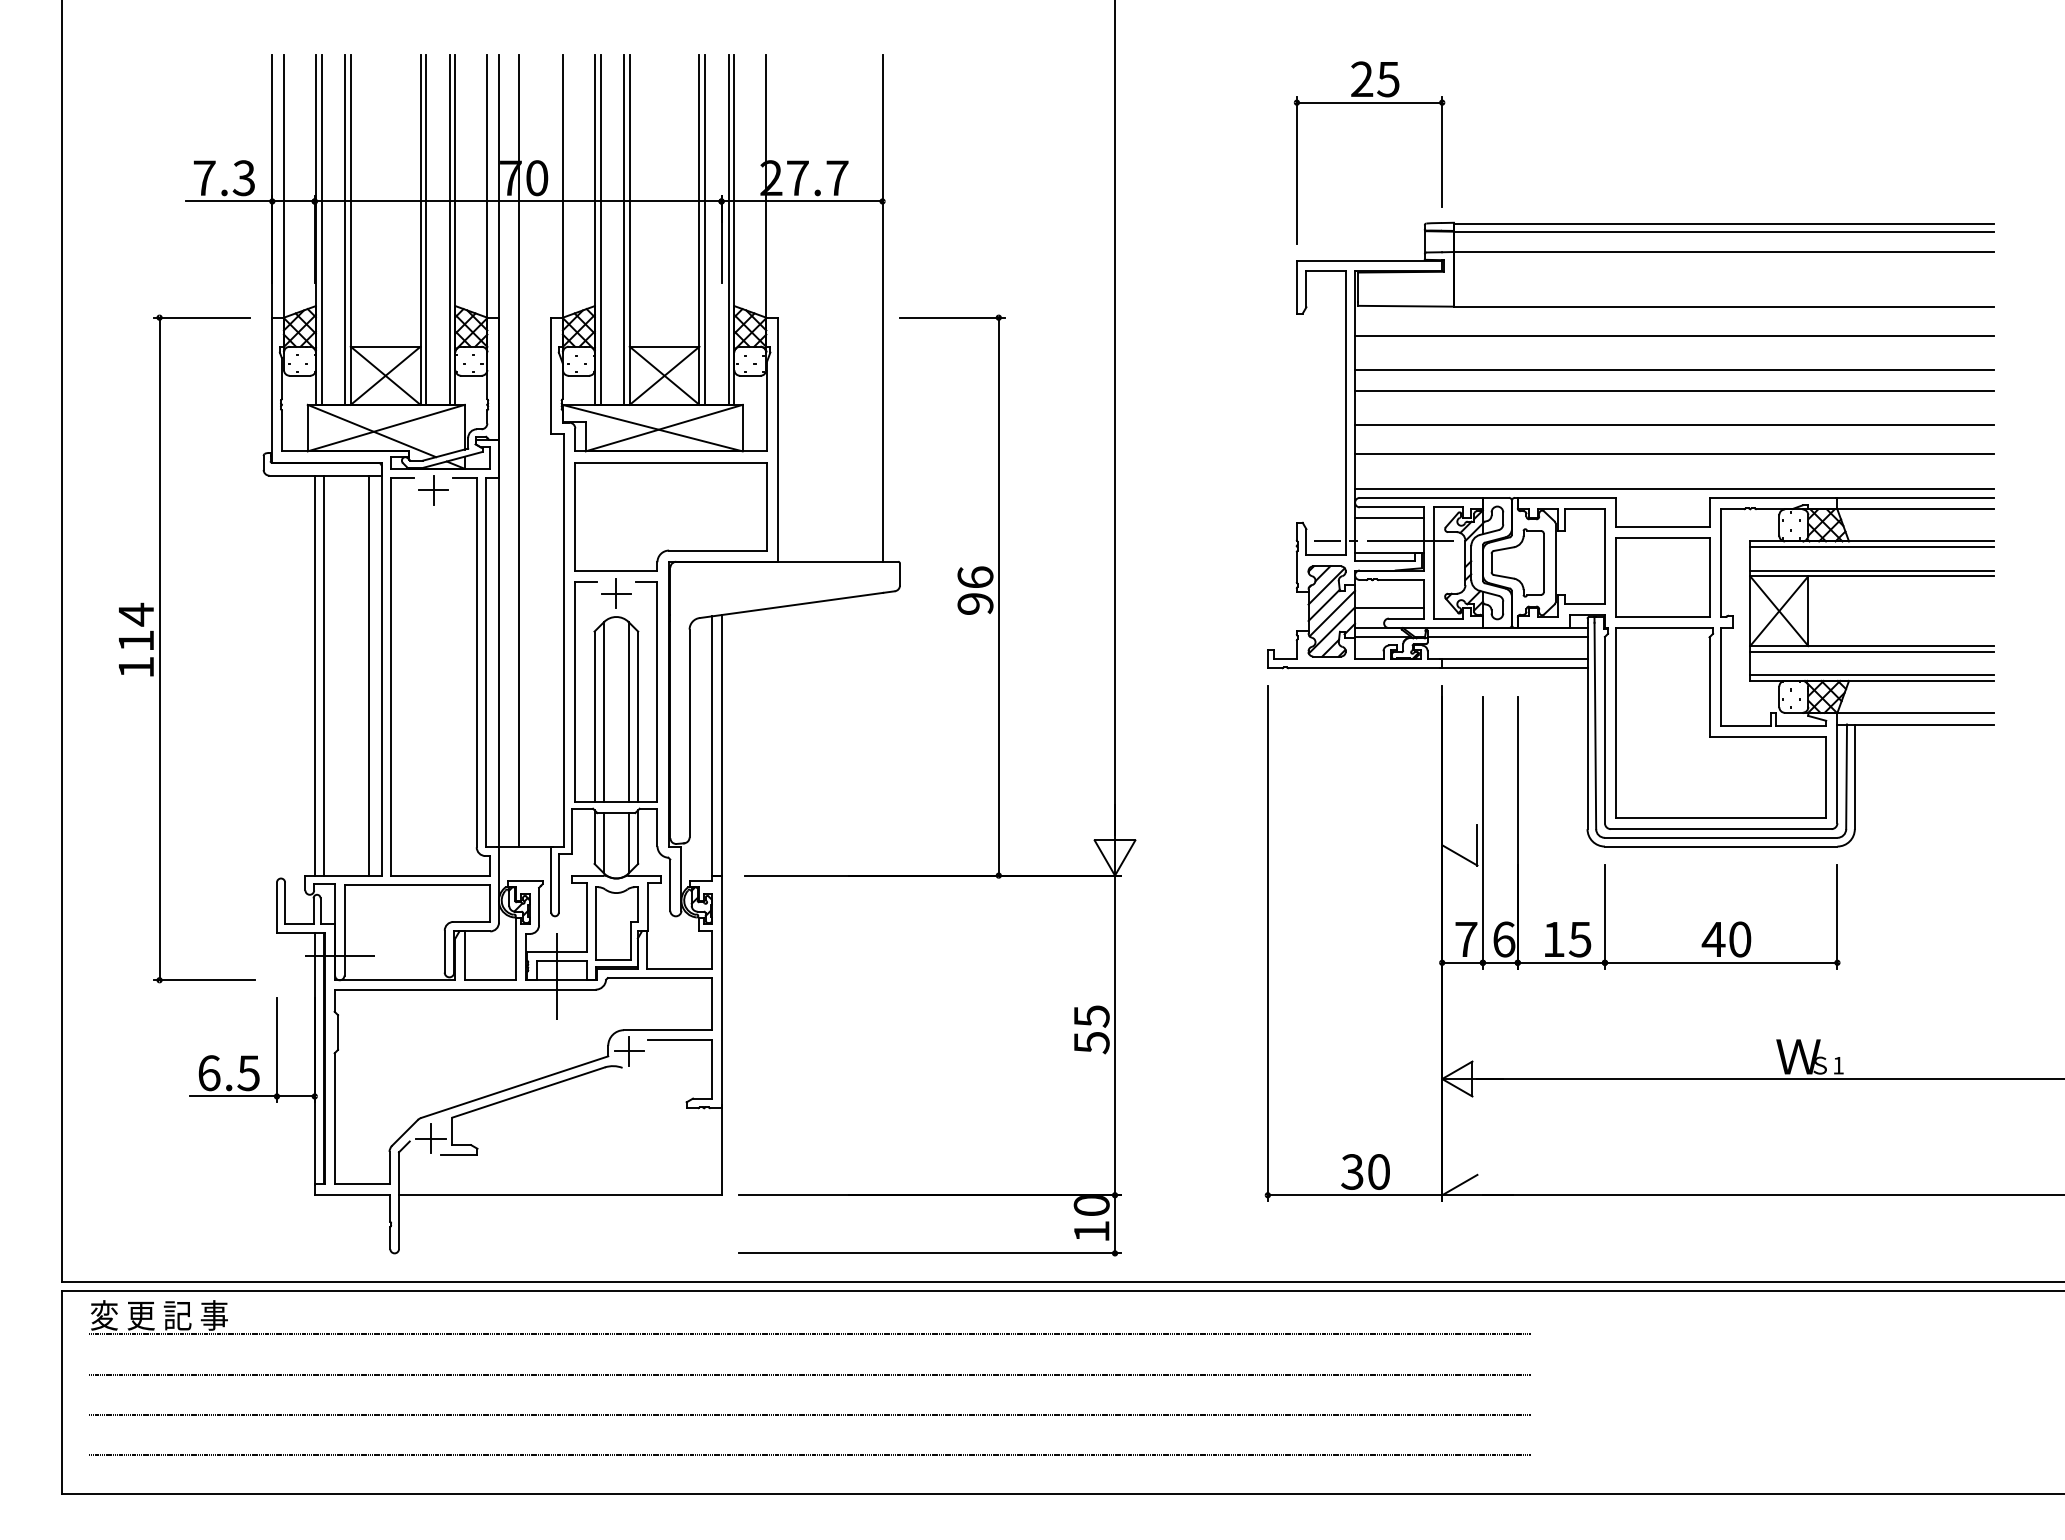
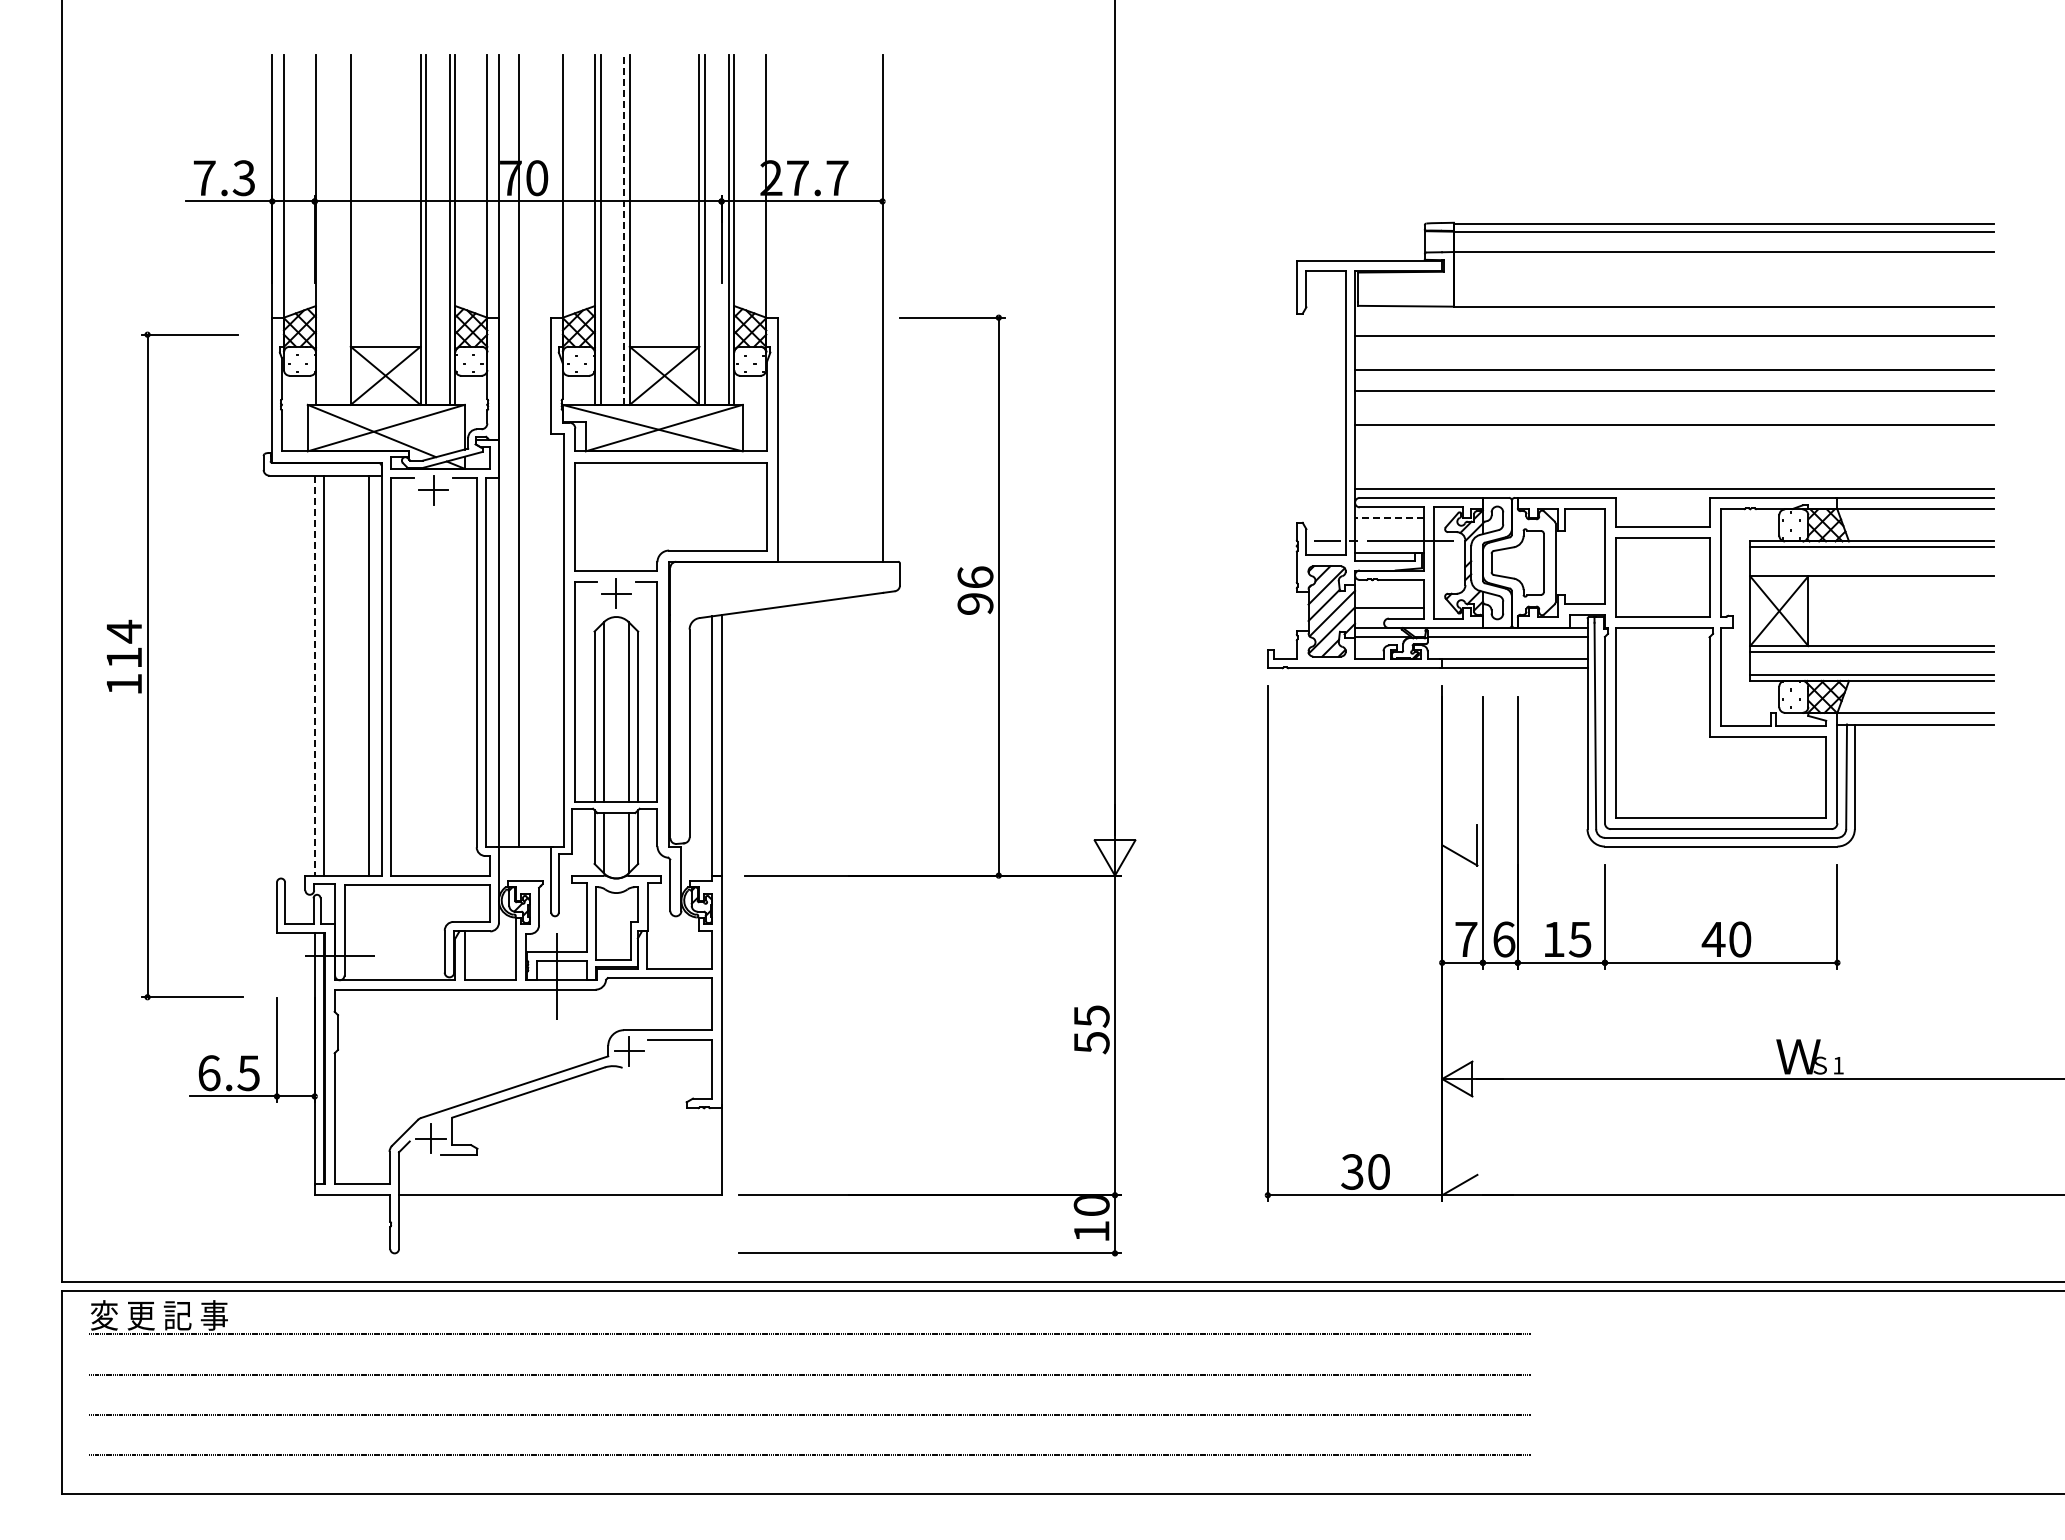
part at (1369, 103): present -> none
line at (321, 229): present -> none
line at (344, 229): present -> none
line at (623, 229): solid -> dashed
line at (1674, 454): present -> none
line at (1389, 518): solid -> dashed
line at (1872, 570): present -> none
part at (160, 648) position: (160, 648) -> (148, 665)
line at (314, 675): solid -> dashed
